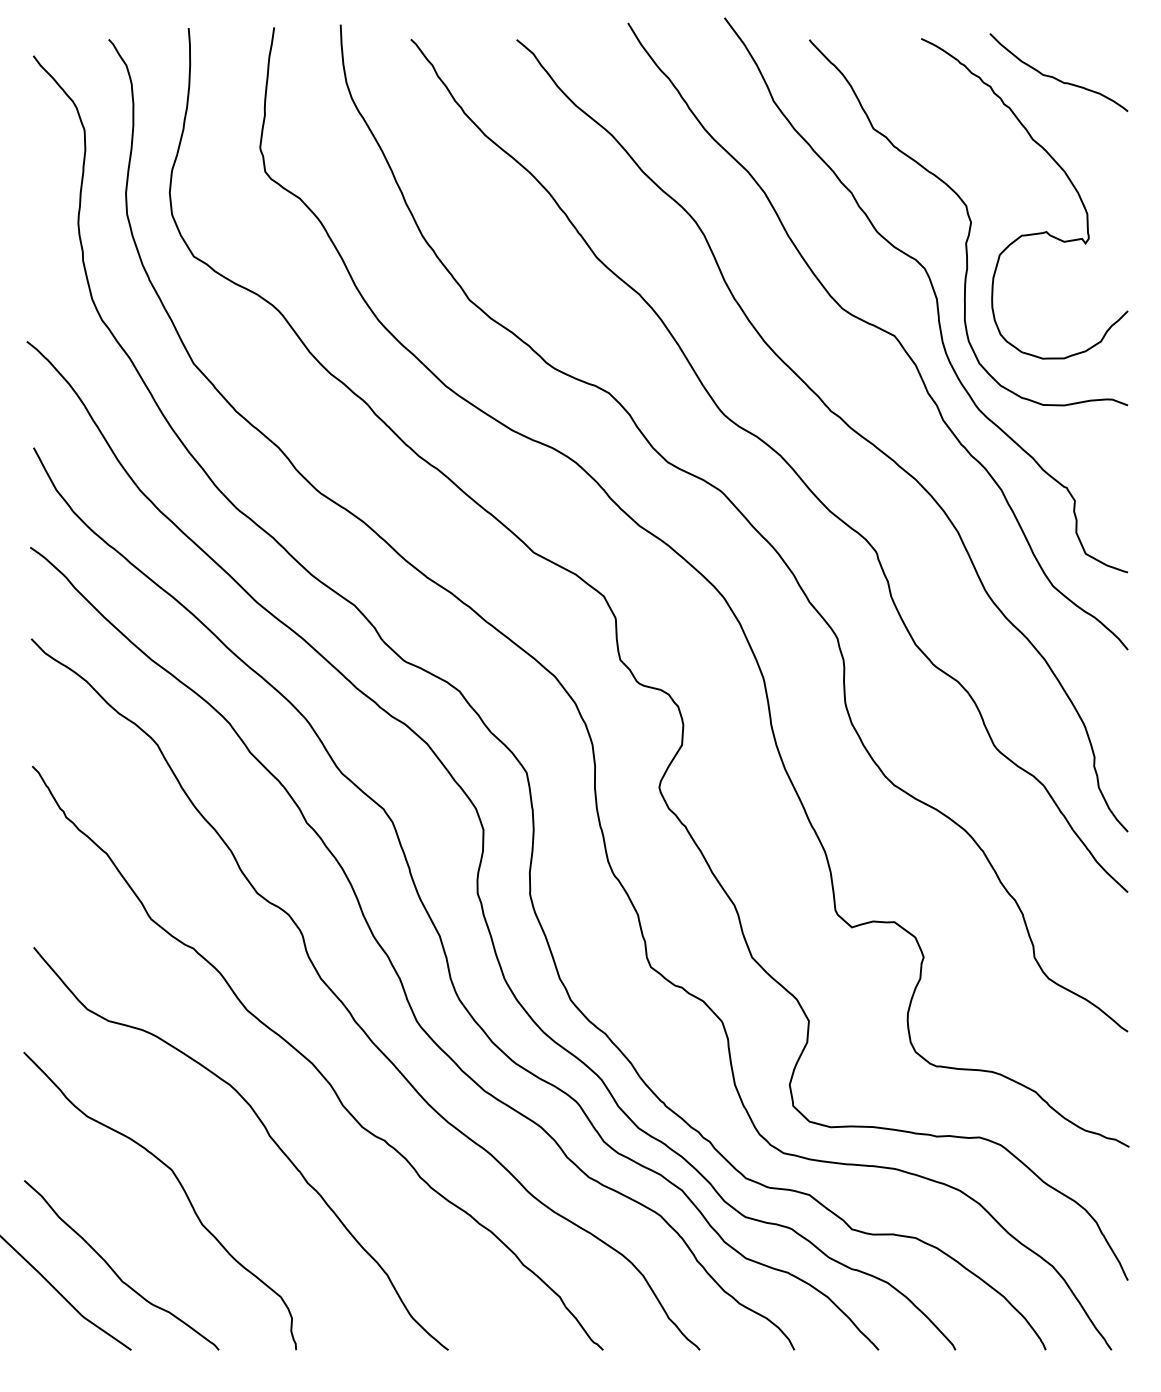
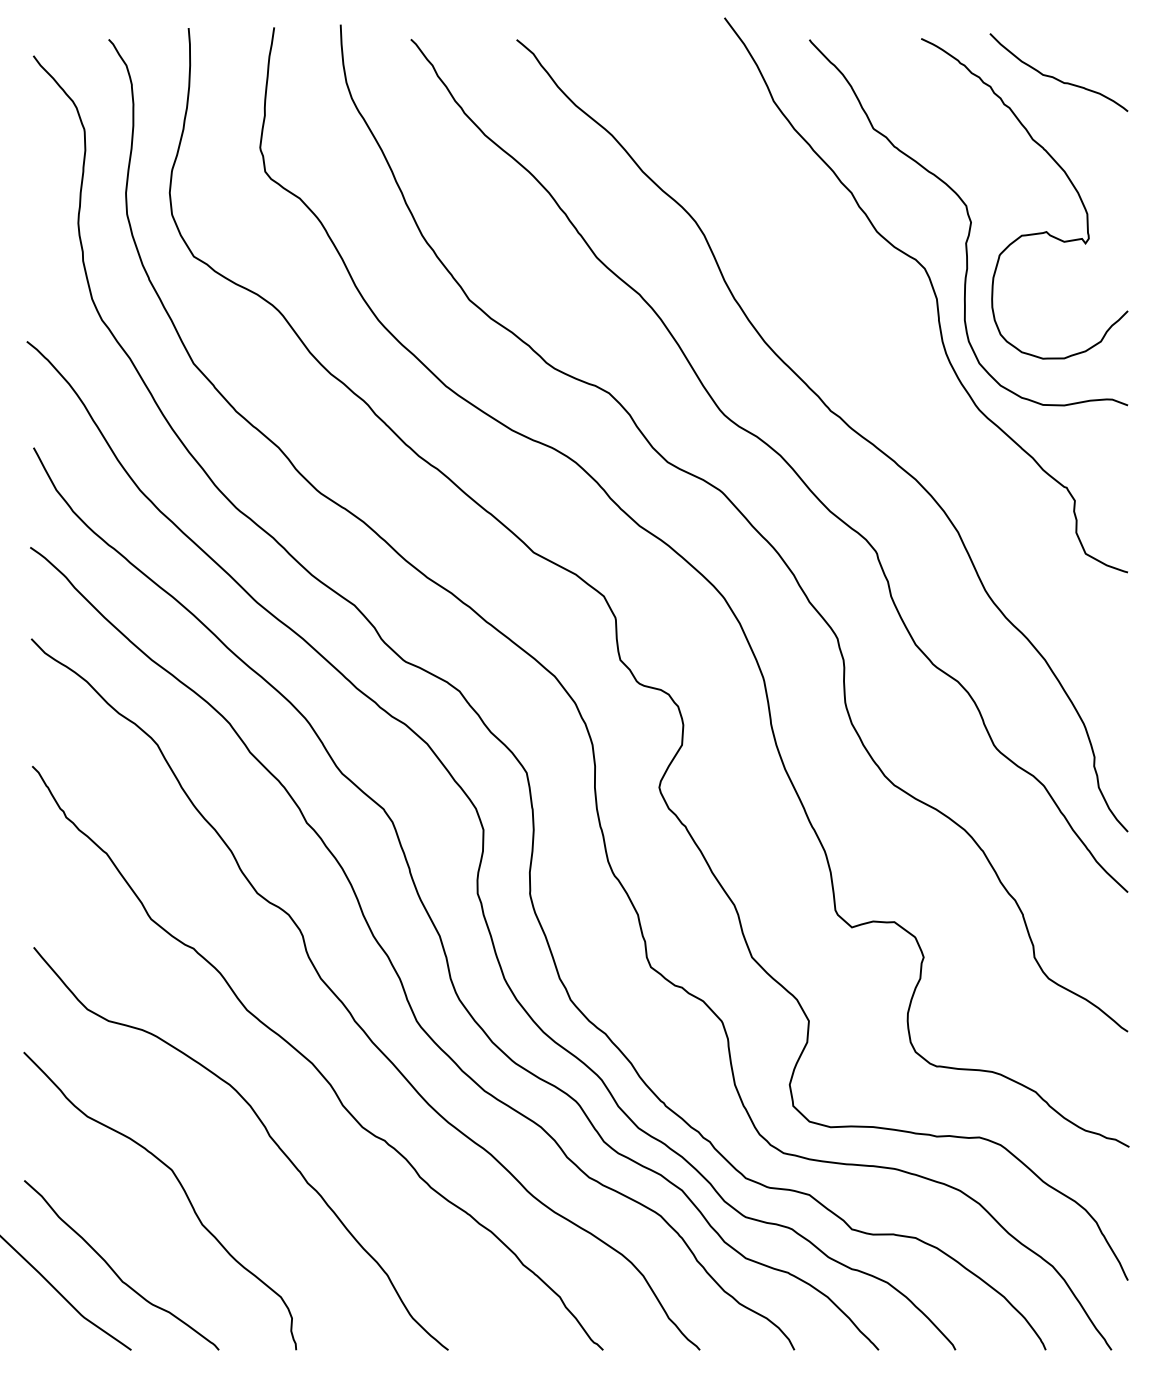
curve at (881, 330): present -> none
